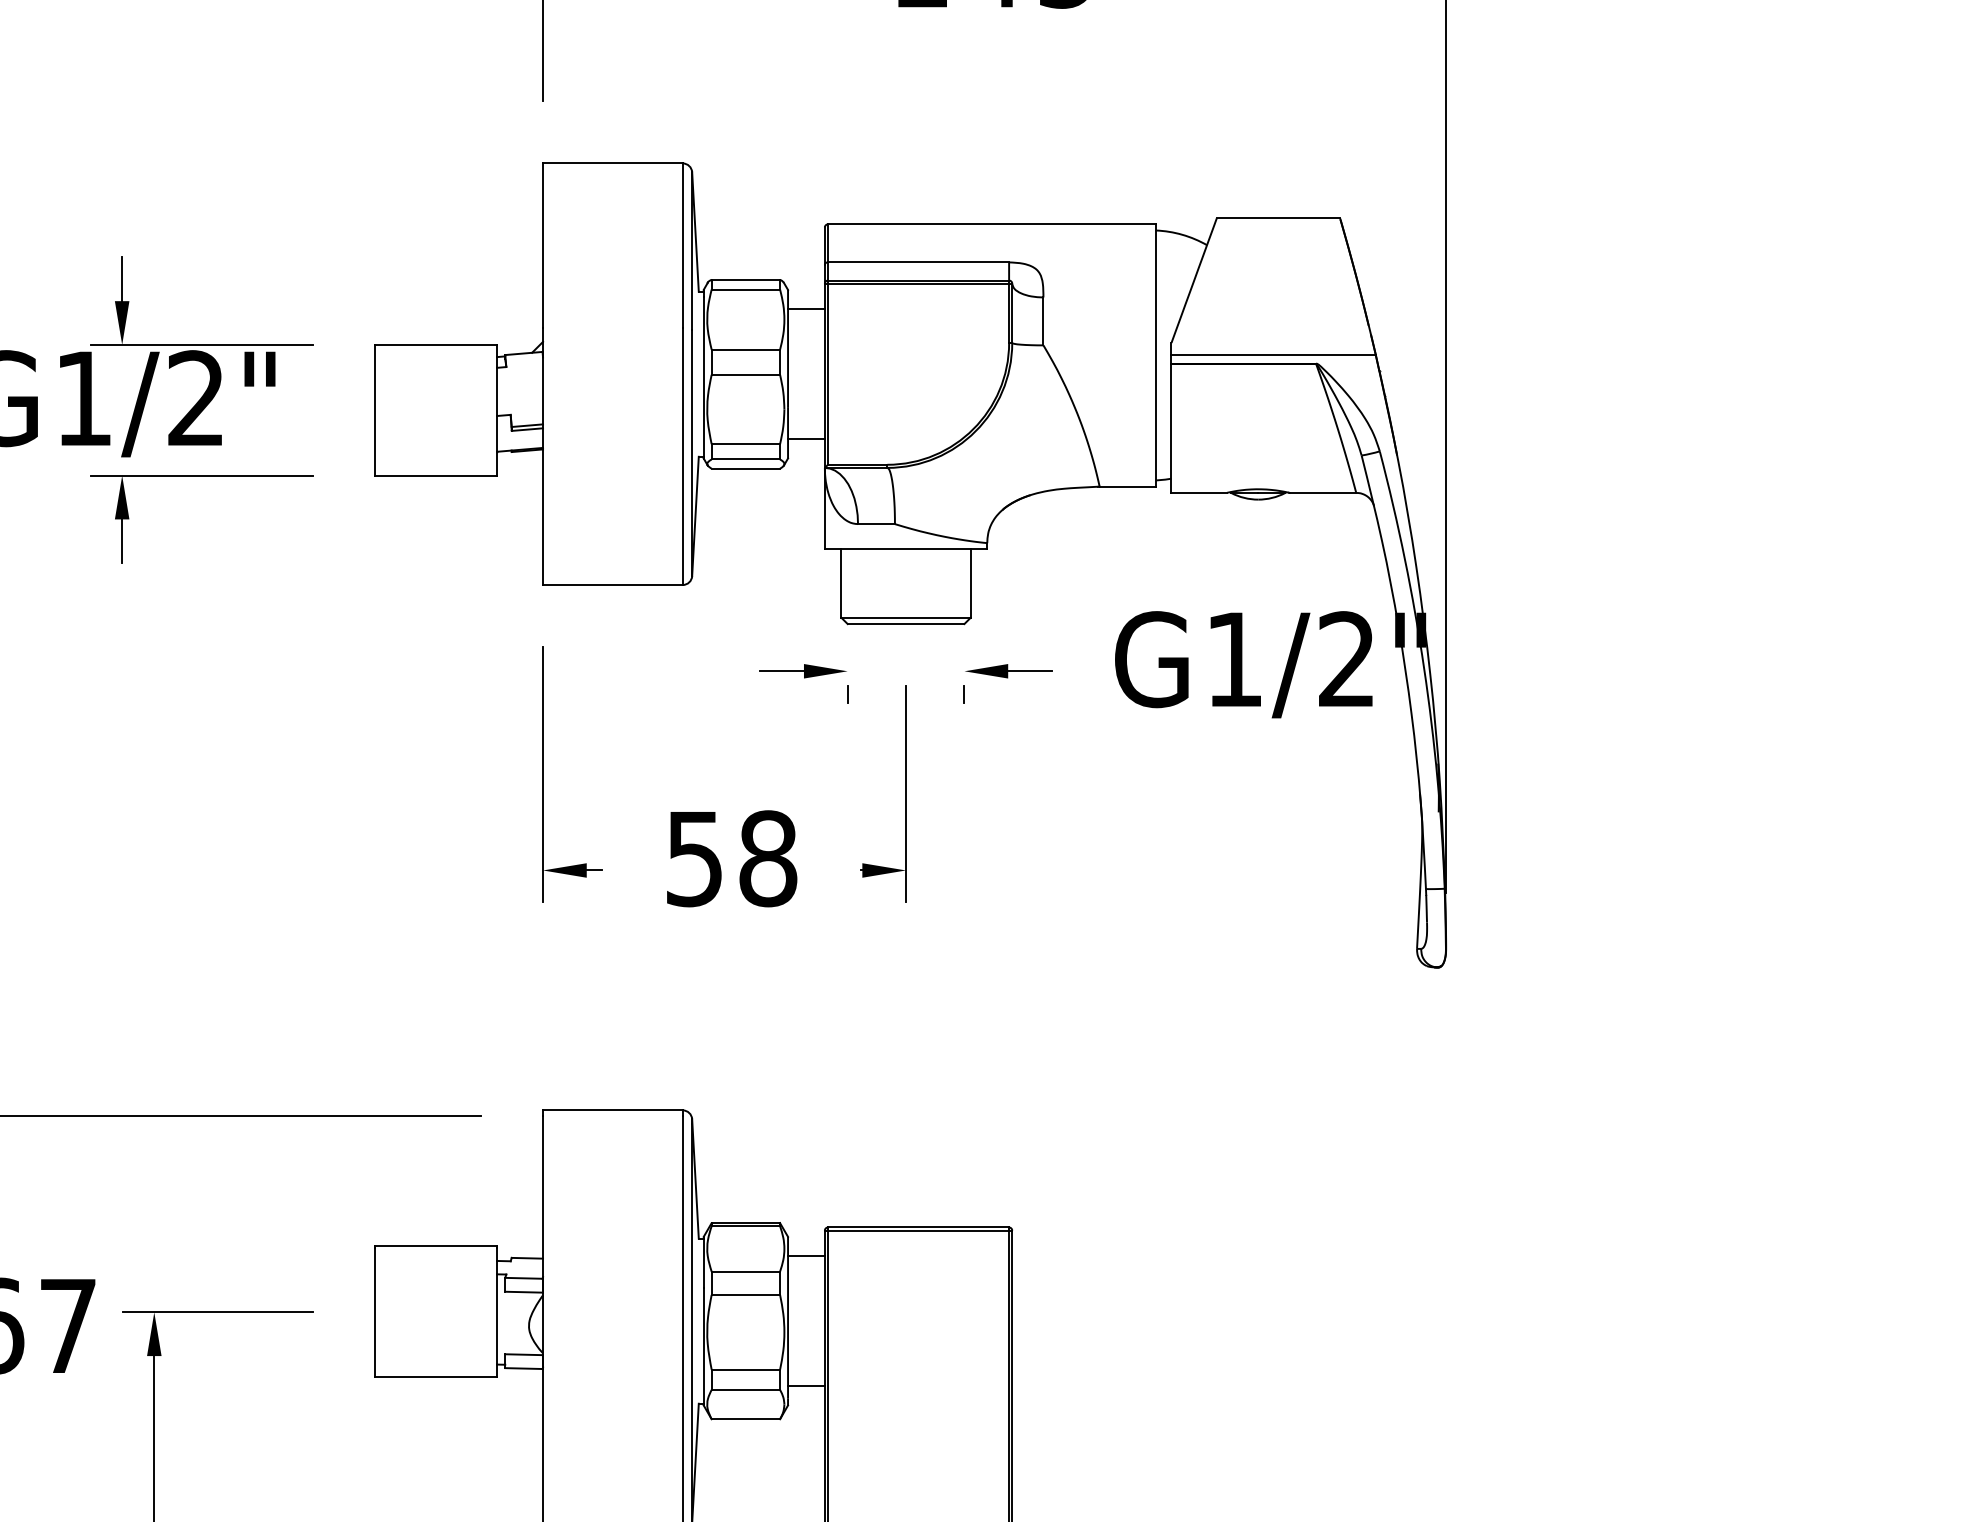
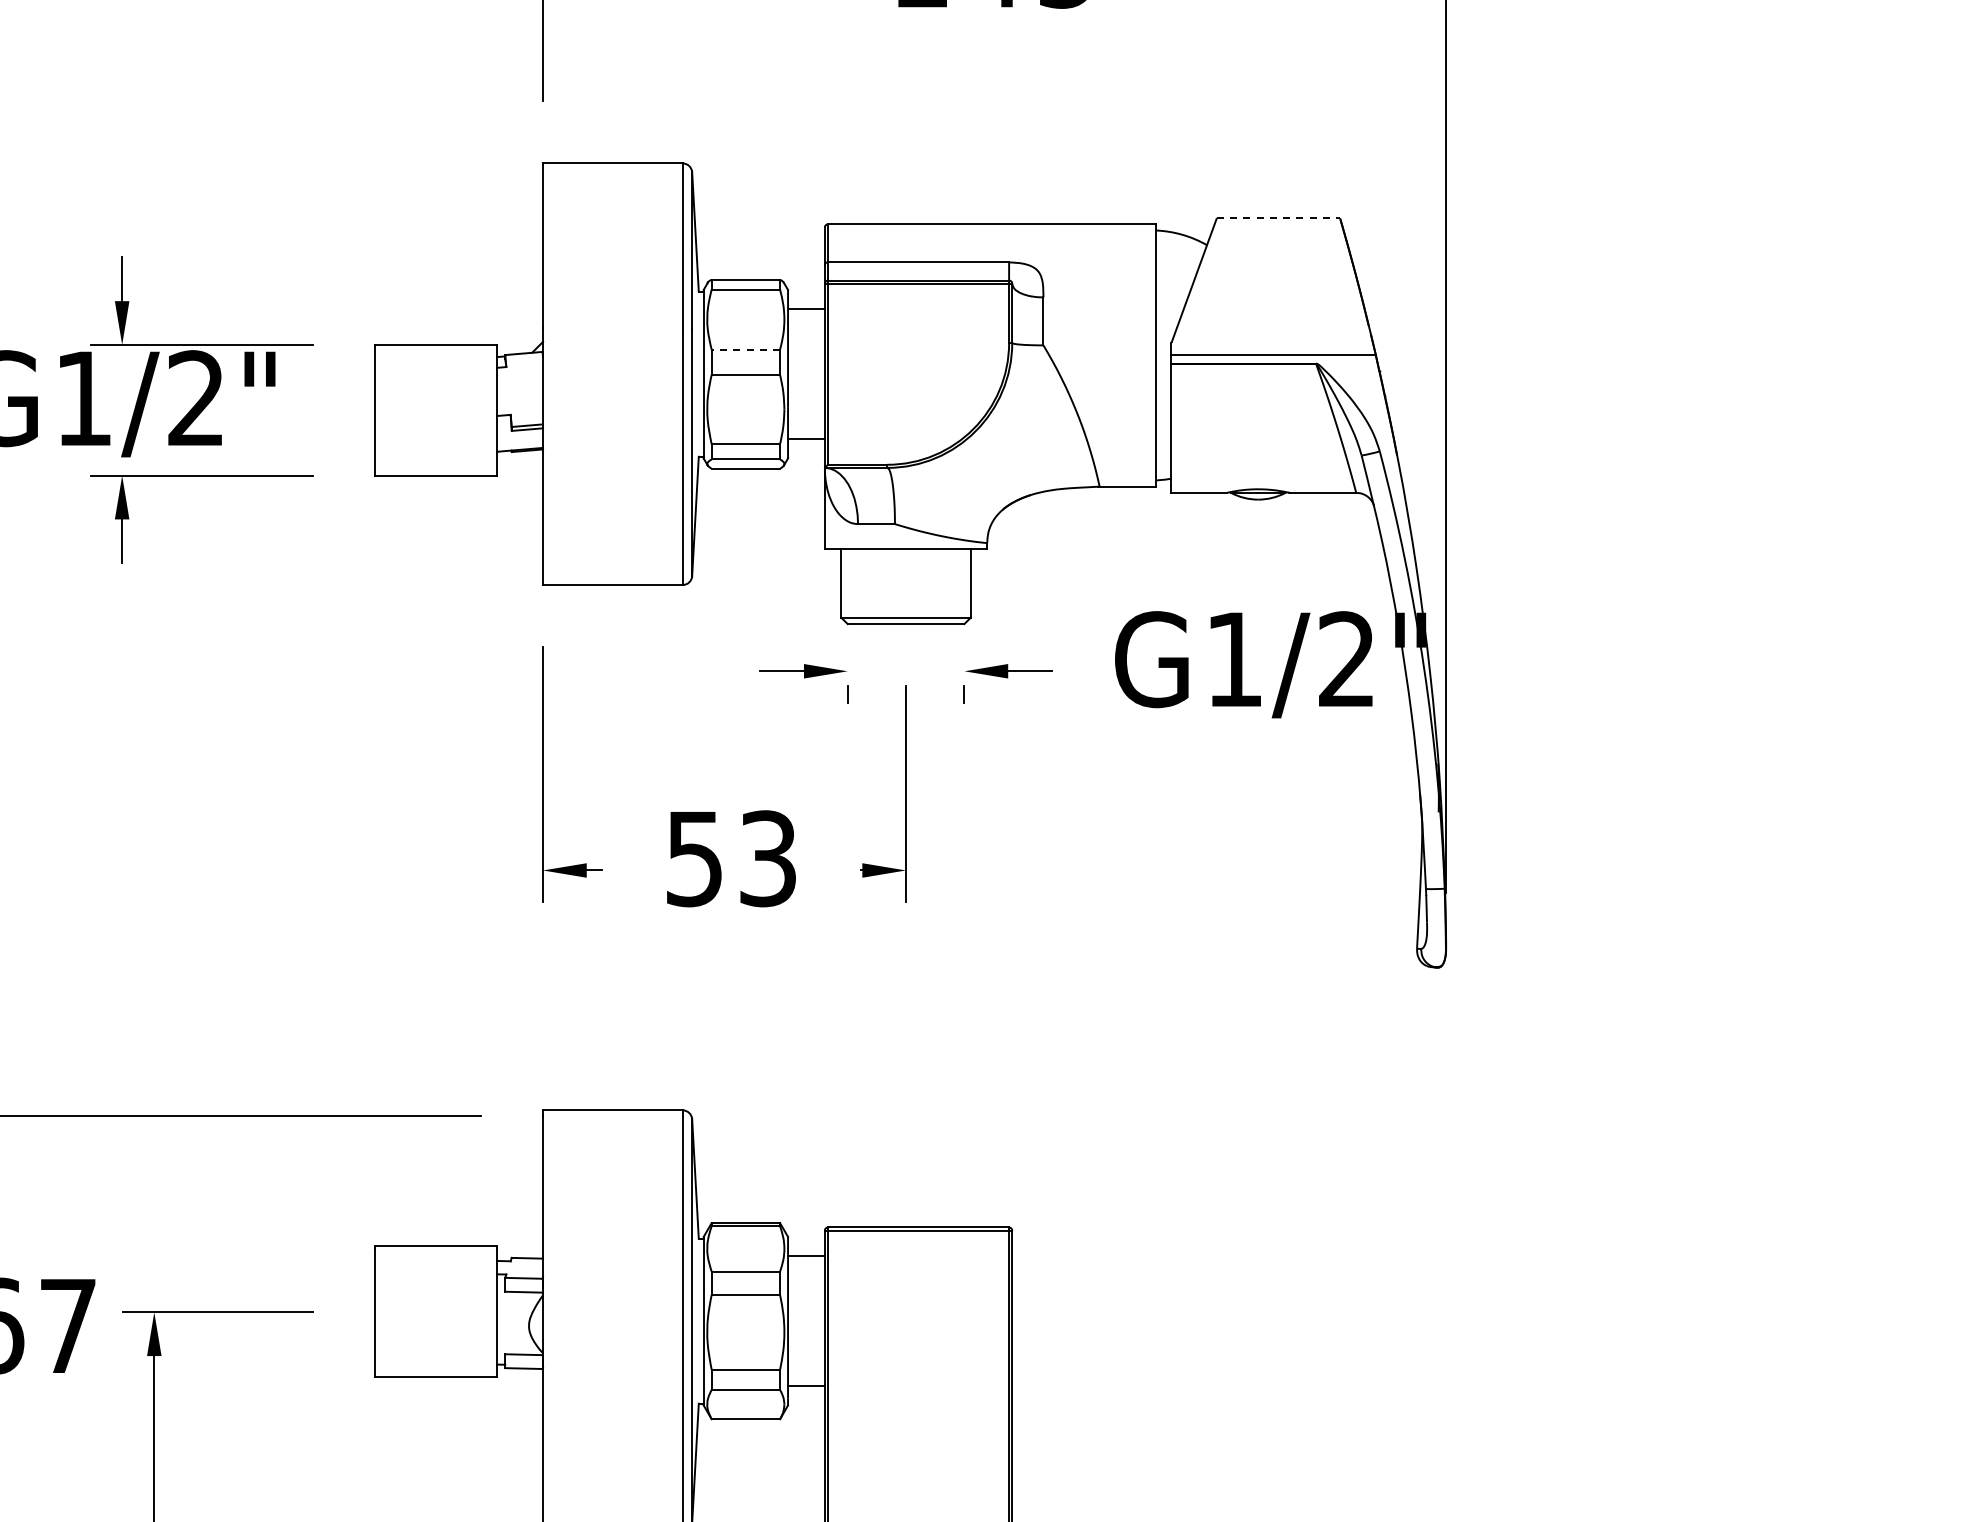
line at (1278, 218): solid -> dashed
line at (745, 349): solid -> dashed
text at (768, 858): 58 -> 53
